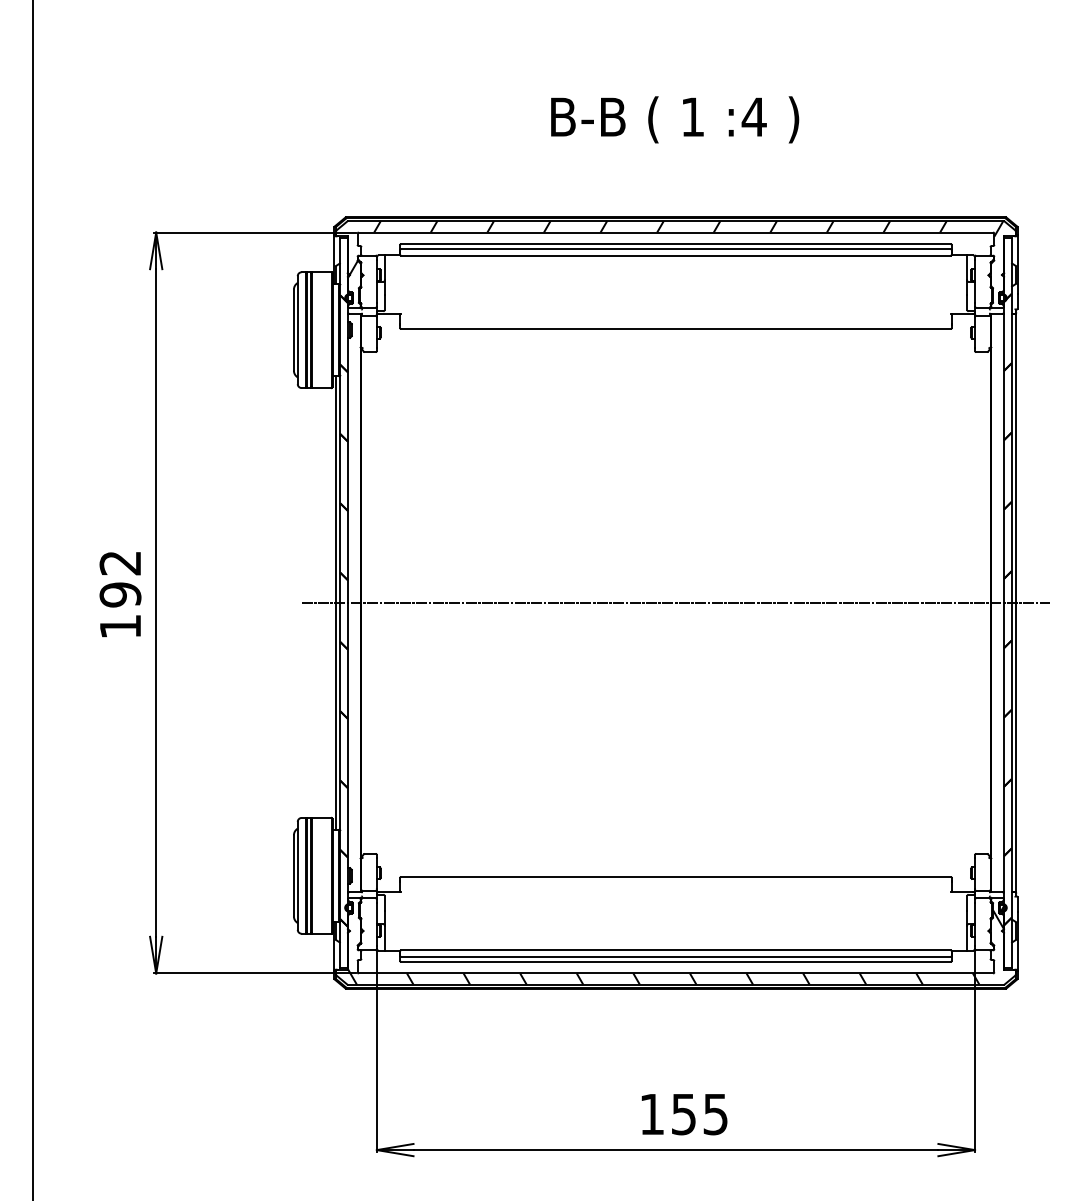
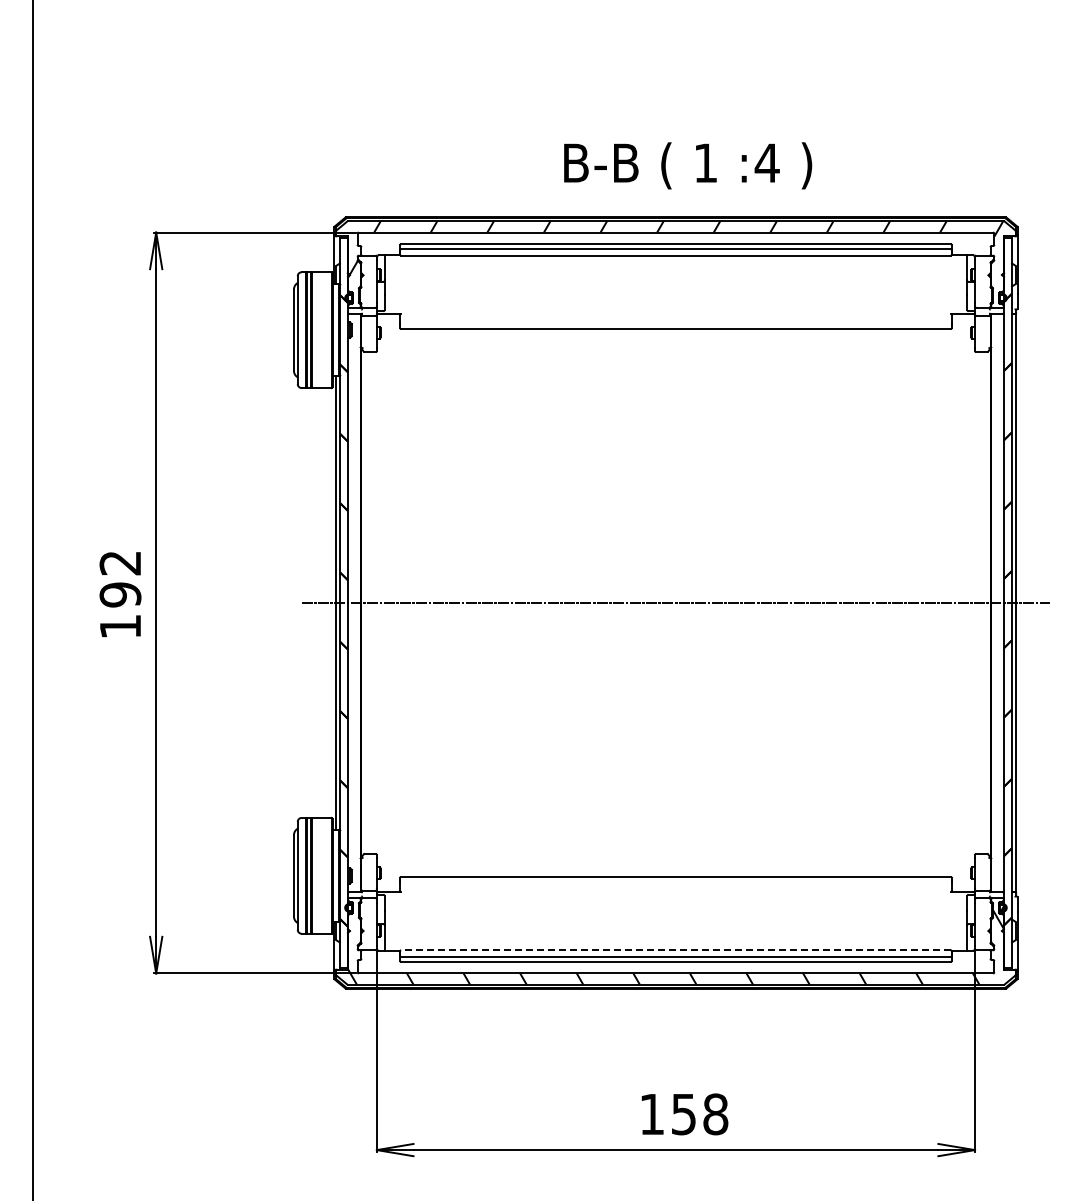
text at (675, 119) position: (675, 119) -> (688, 165)
line at (675, 950): solid -> dashed
text at (715, 1114): 155 -> 158
